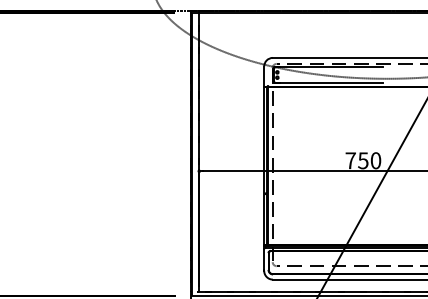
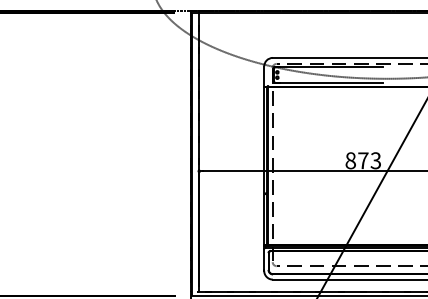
text at (363, 160): 750 -> 873
